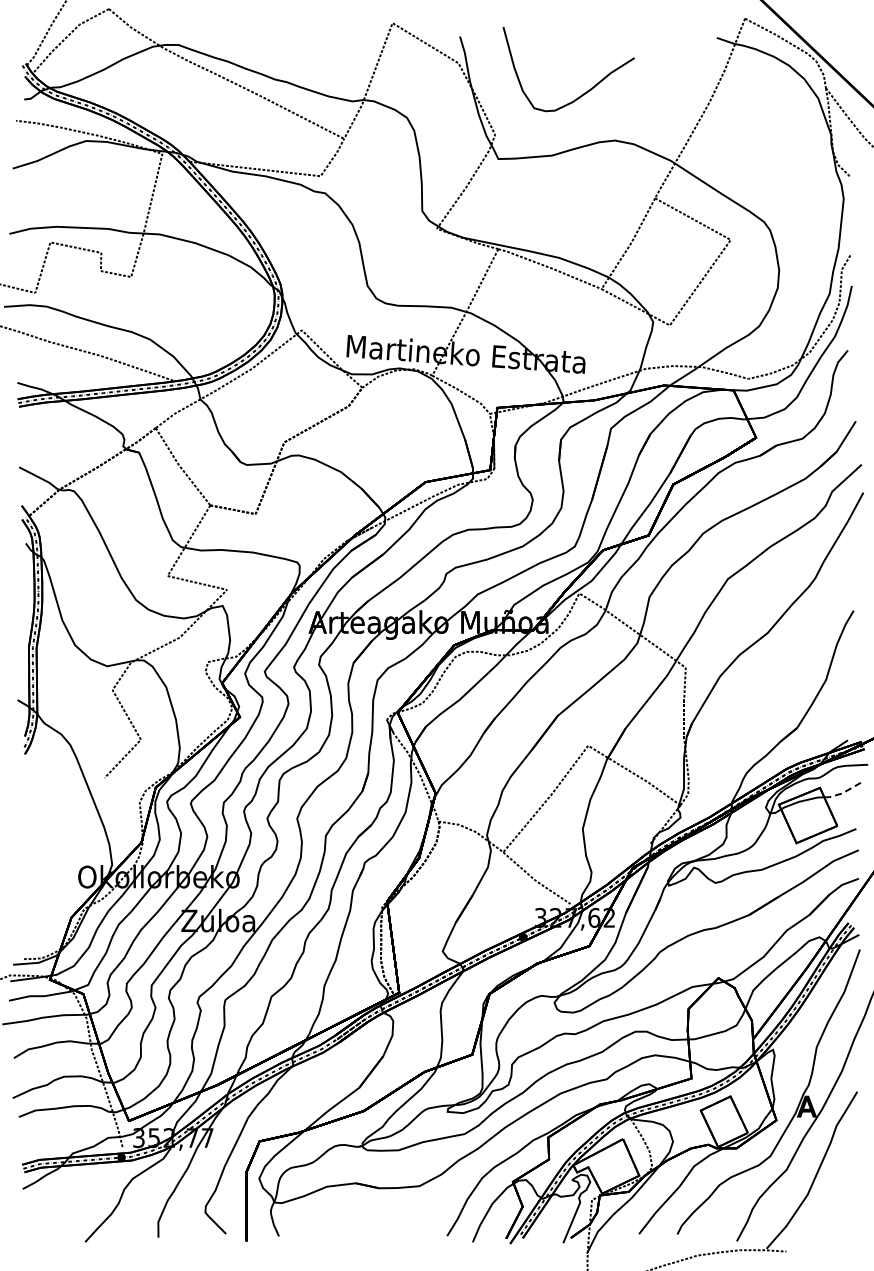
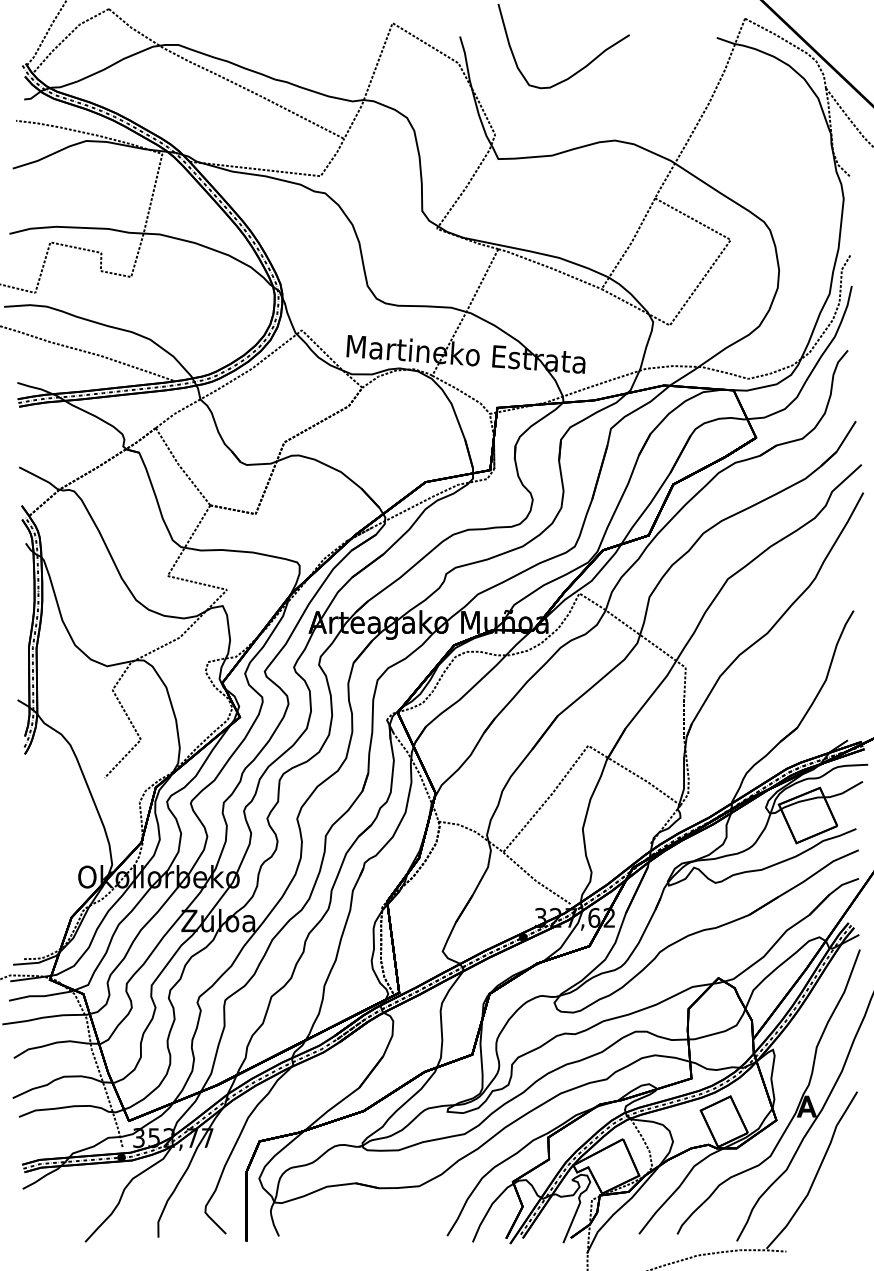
curve at (584, 92) position: (584, 92) -> (579, 69)
line at (843, 792): dashed -> solid
